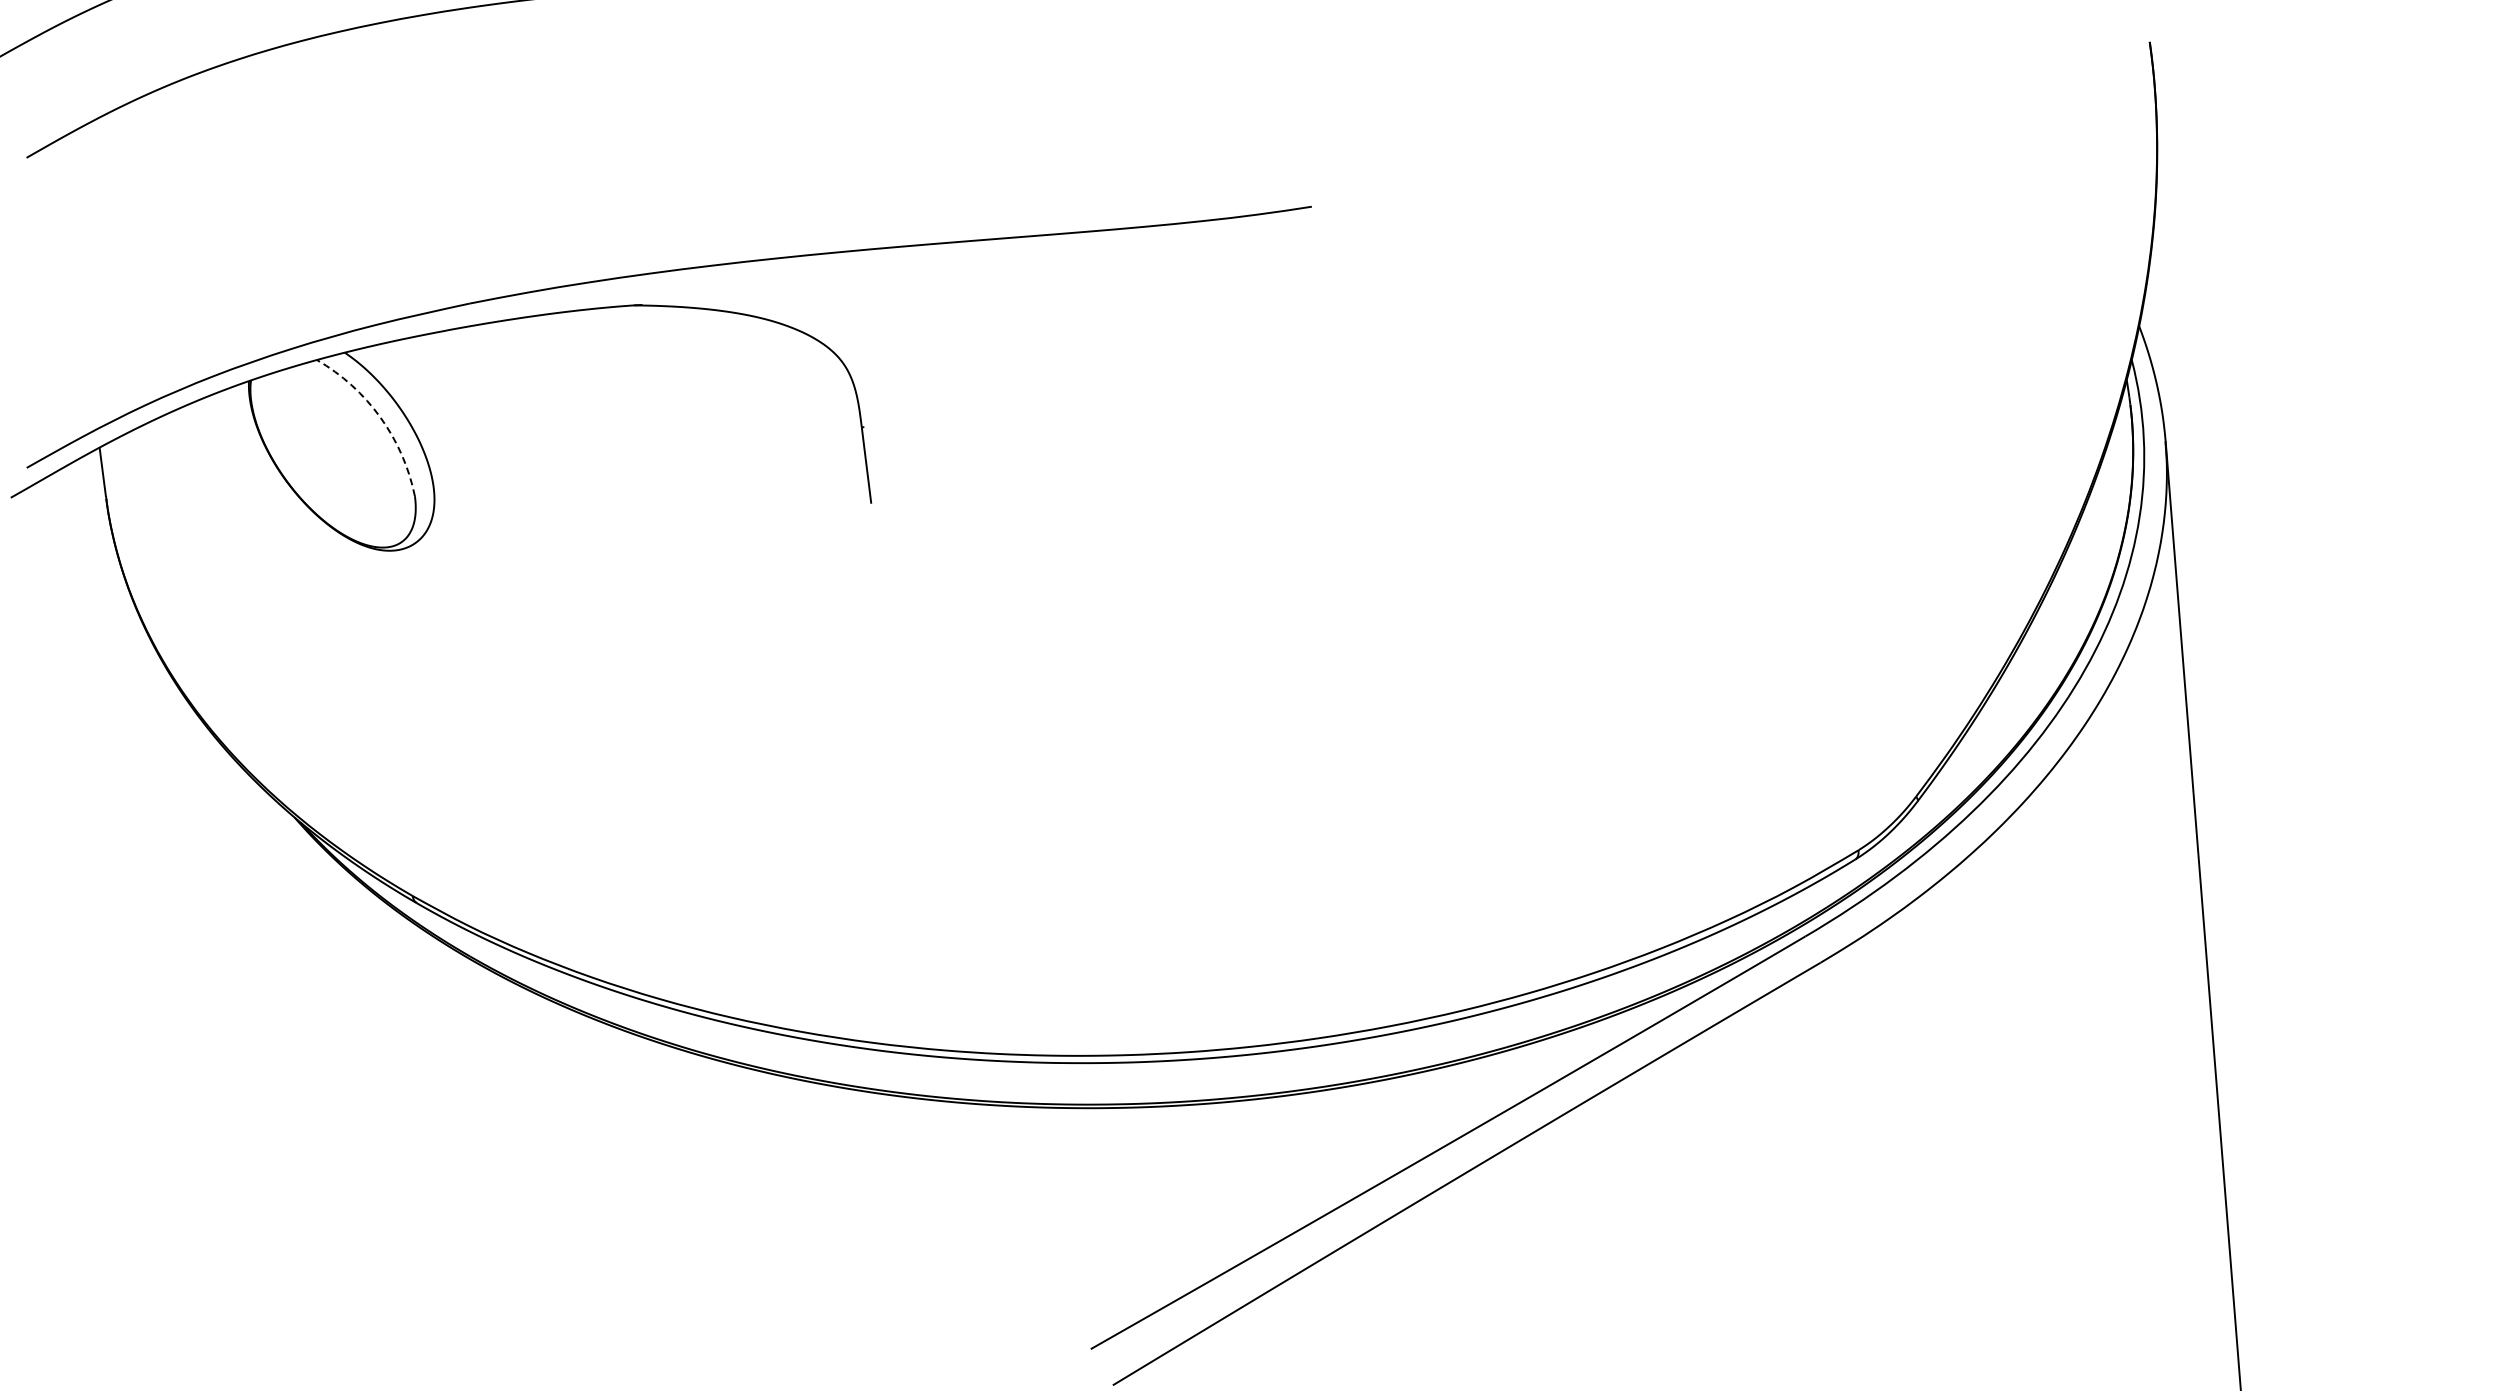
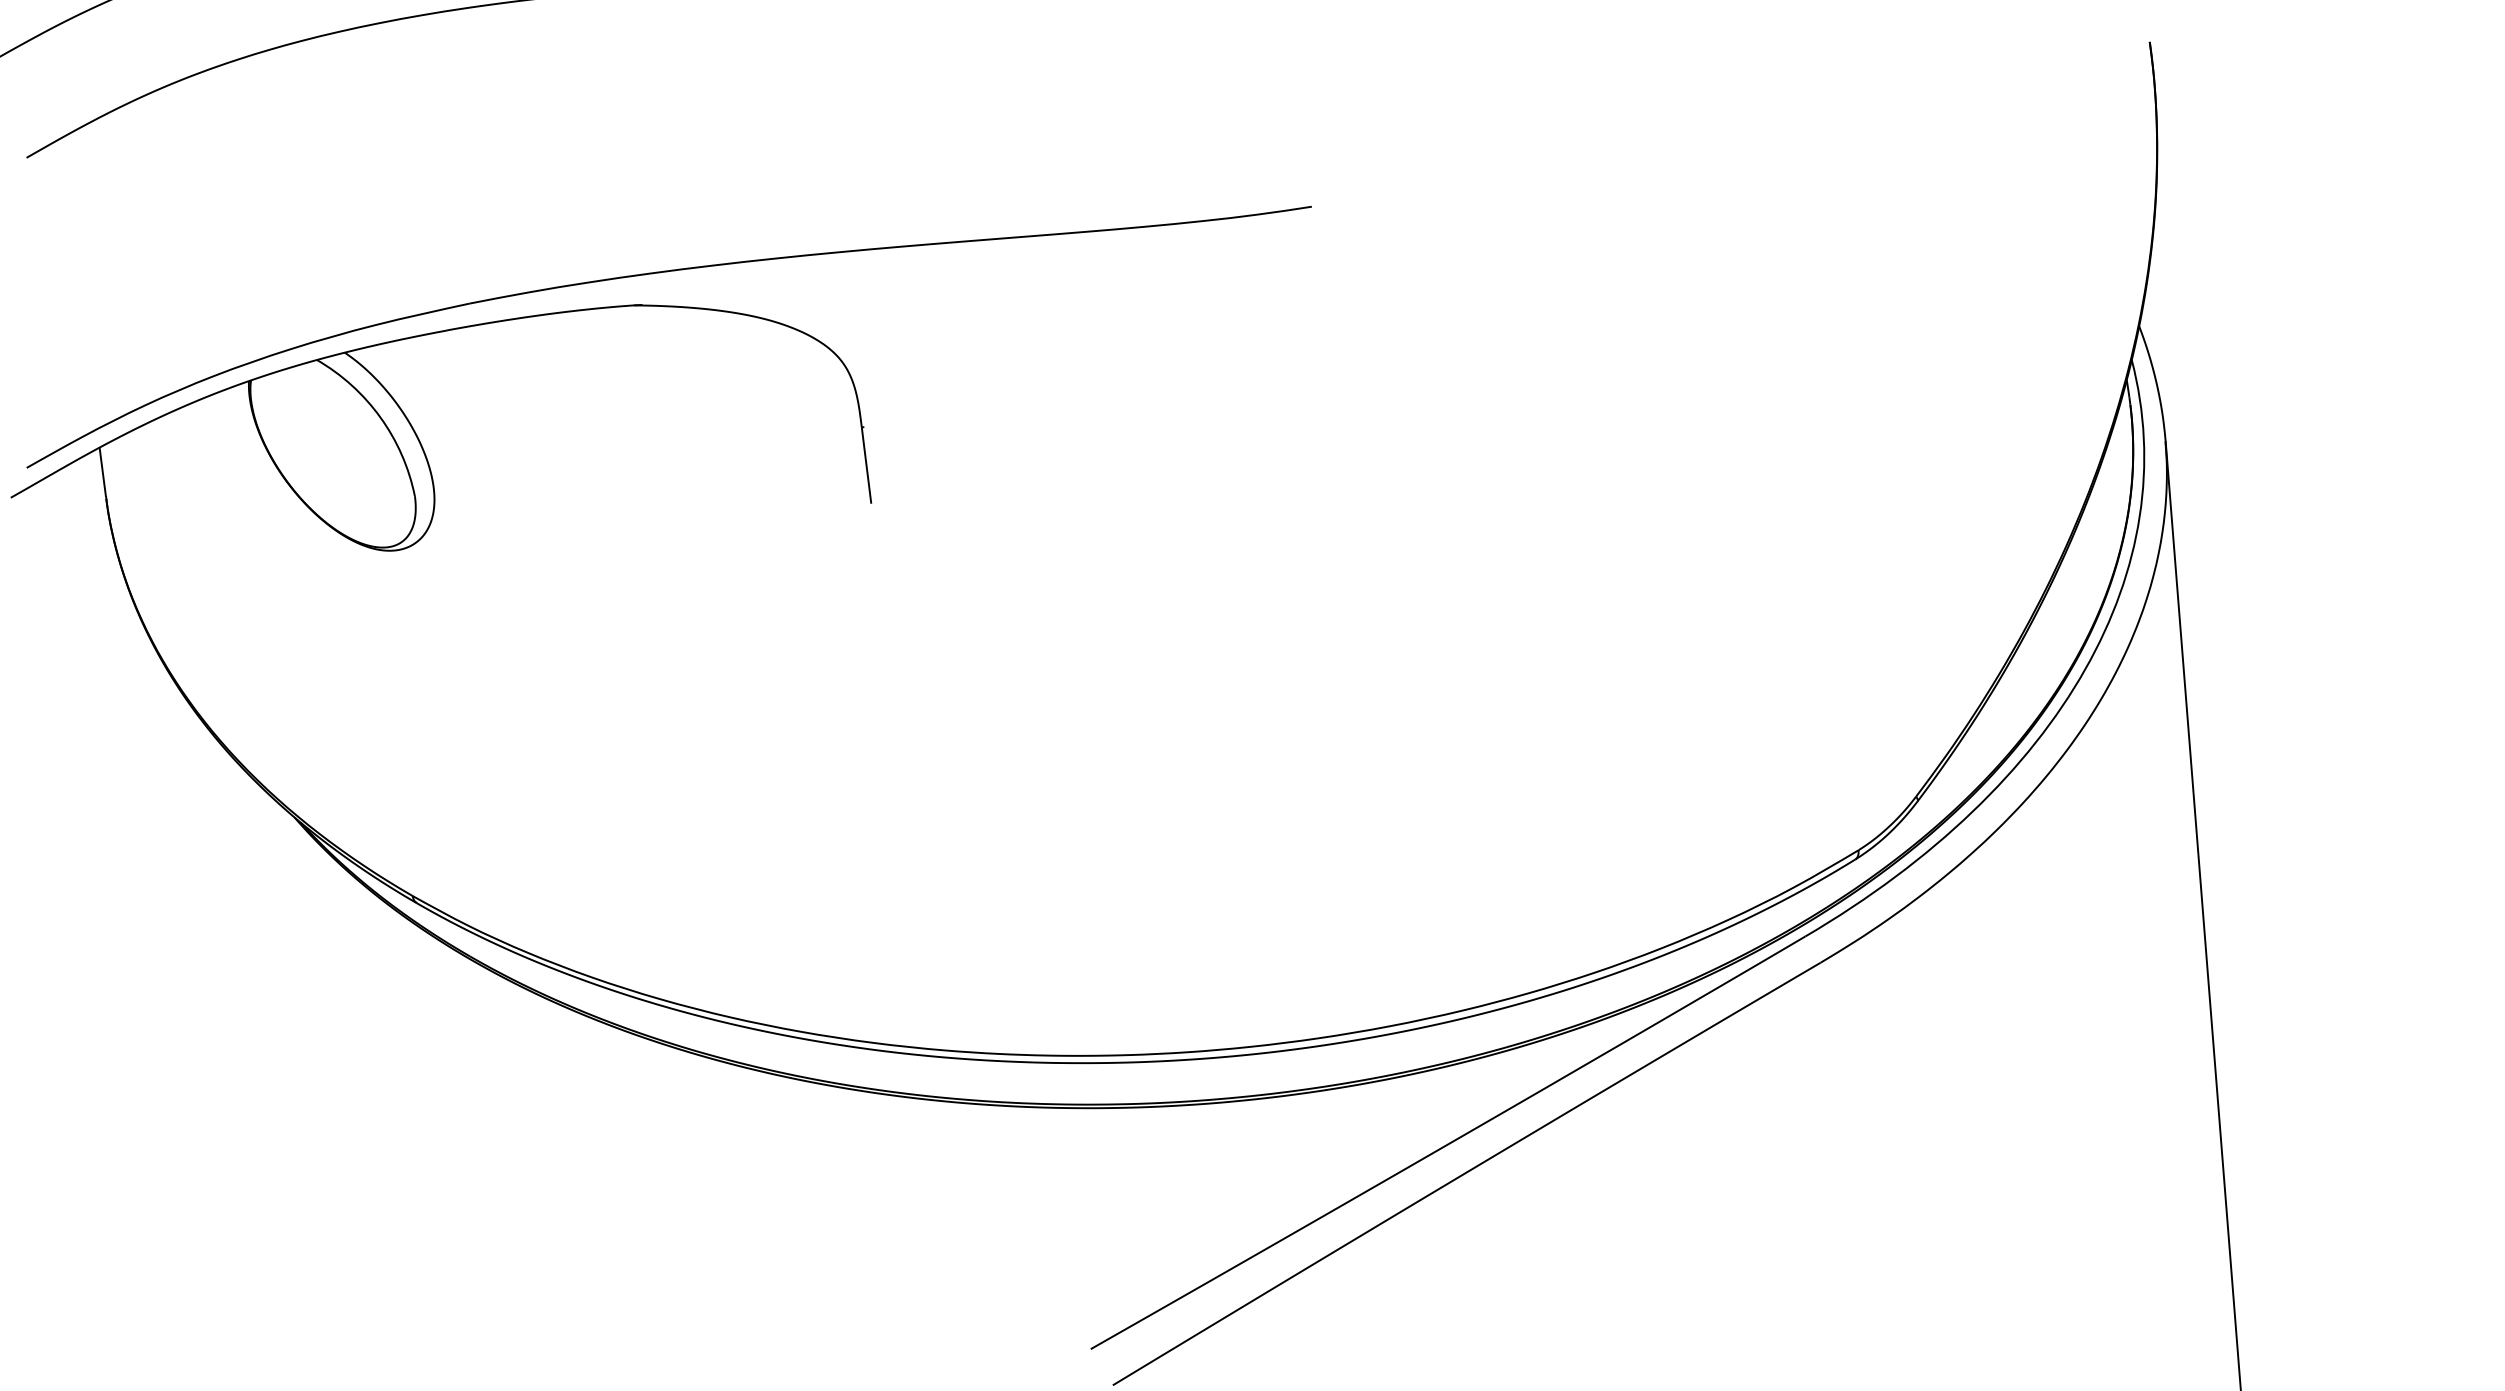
arc at (380, 417): dashed -> solid
